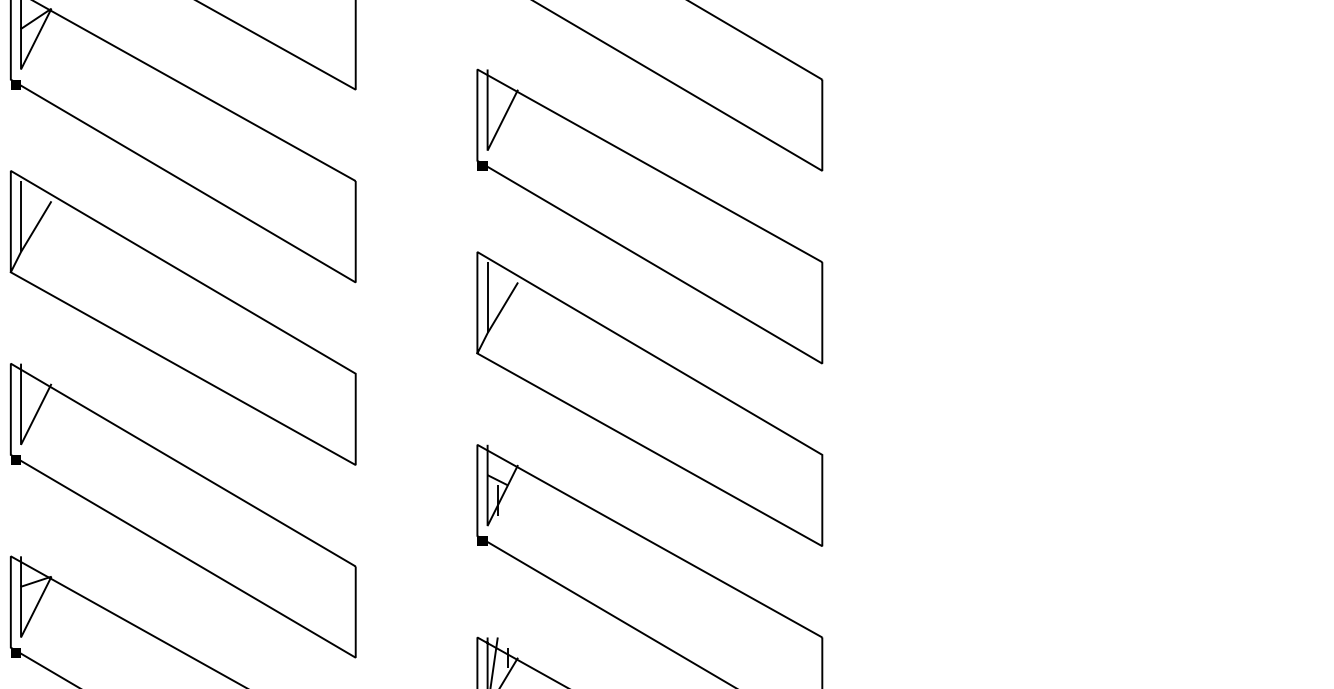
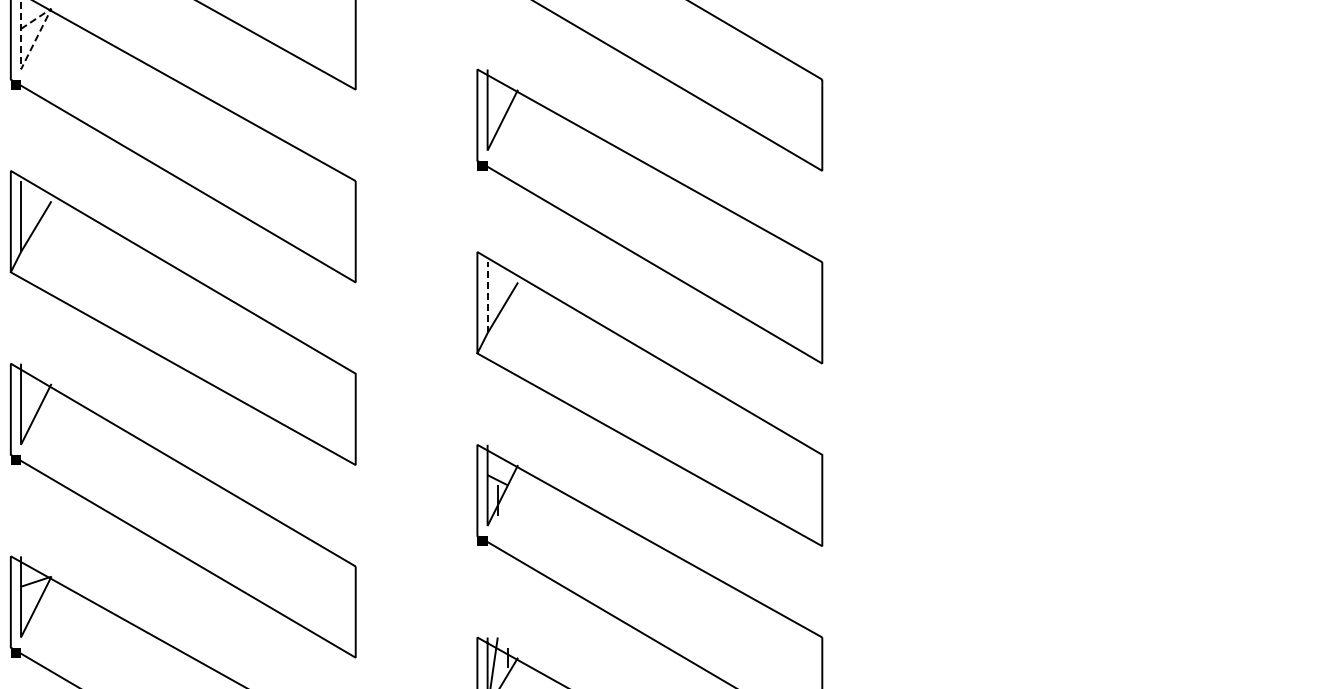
line at (28, 54): solid -> dashed
line at (487, 297): solid -> dashed
